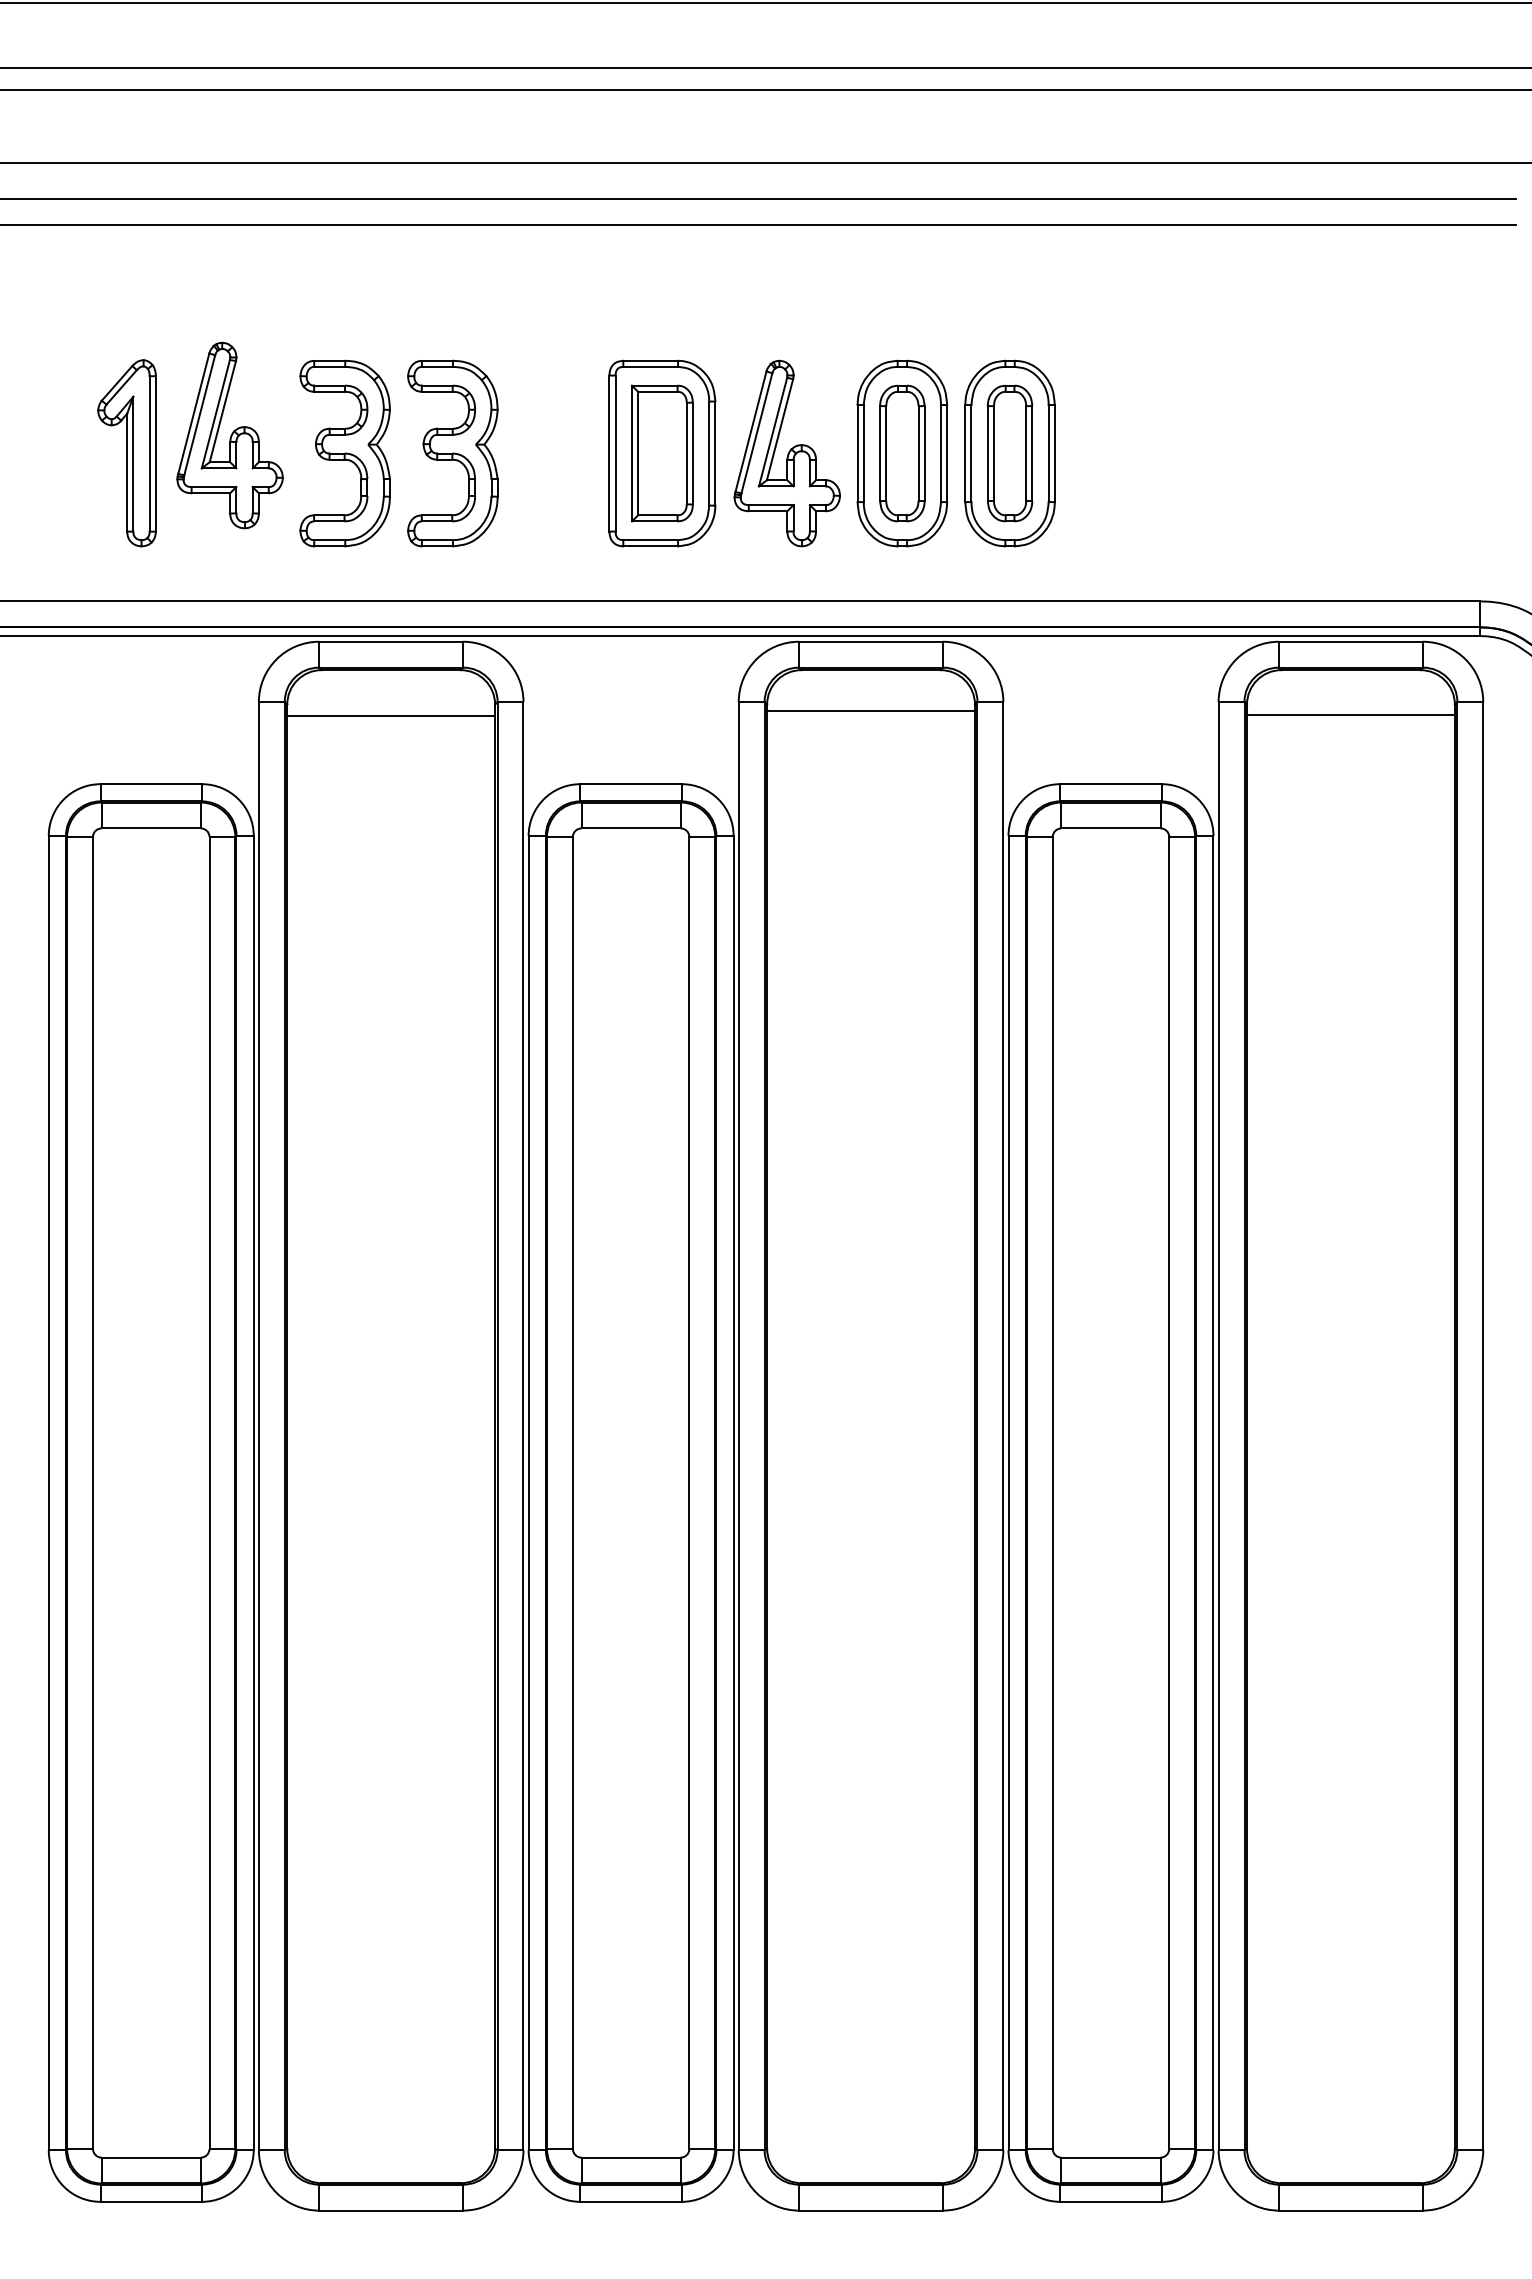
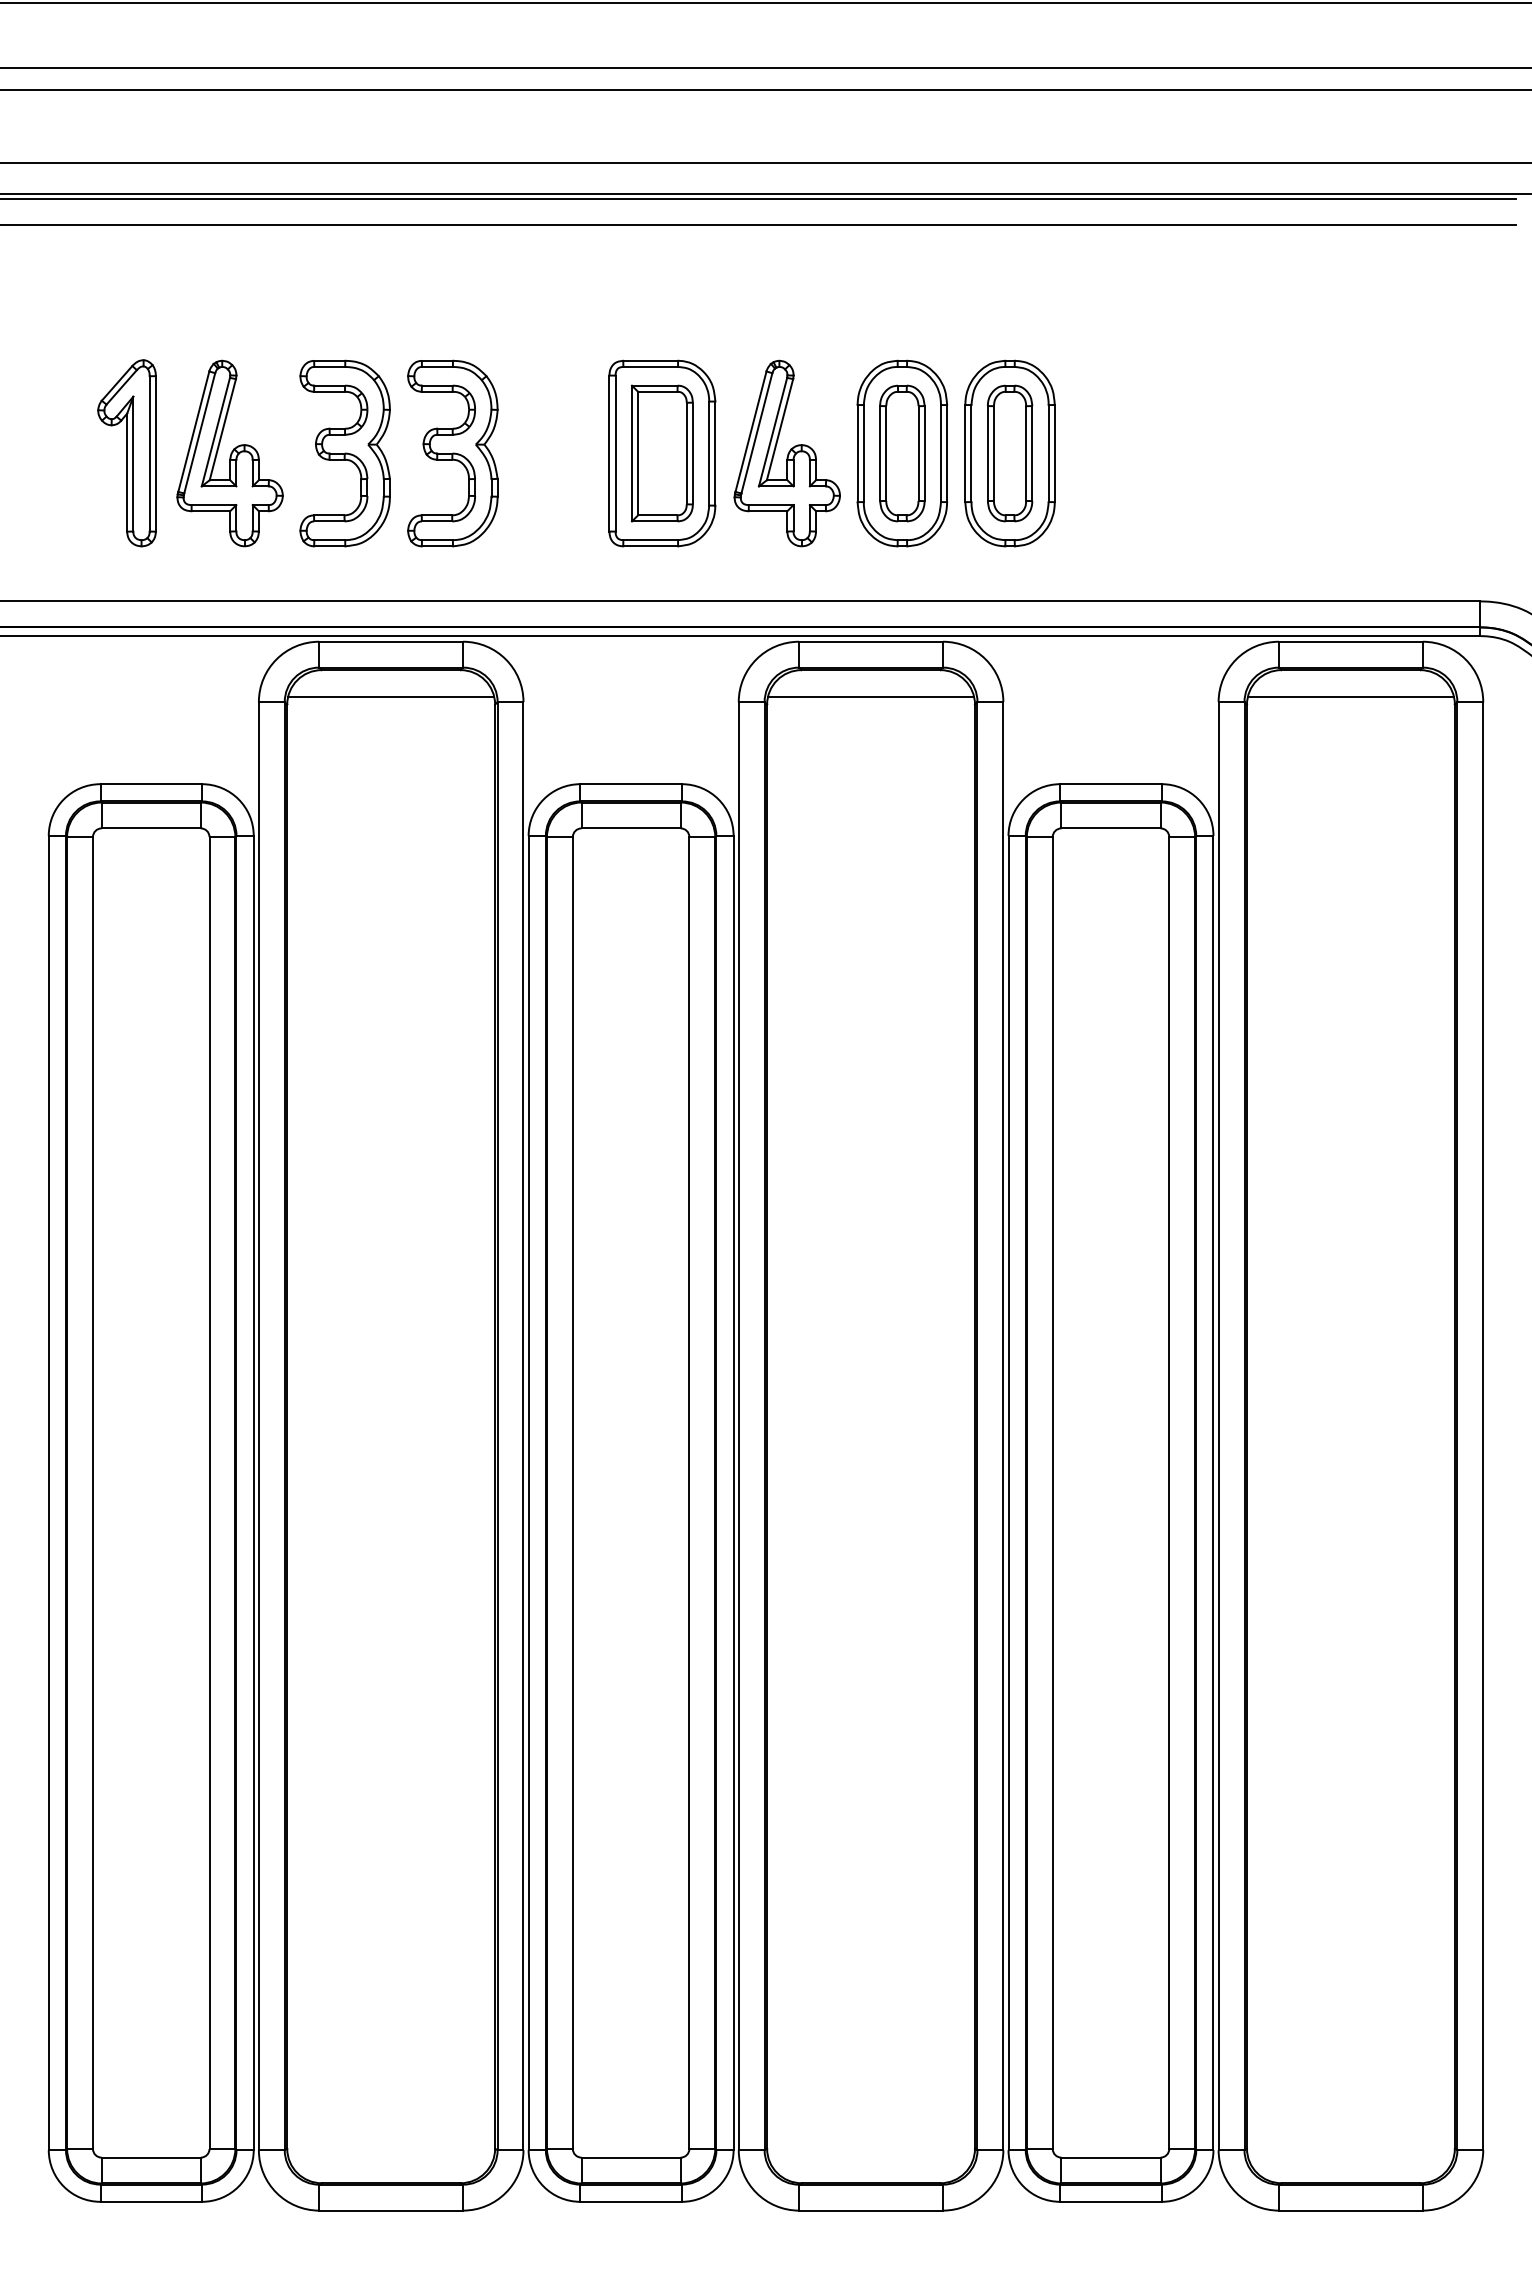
line at (765, 193): none -> present
part at (229, 435) position: (229, 435) -> (229, 453)
line at (870, 711) position: (870, 711) -> (870, 697)
line at (1350, 715) position: (1350, 715) -> (1350, 697)
line at (390, 716) position: (390, 716) -> (390, 697)
